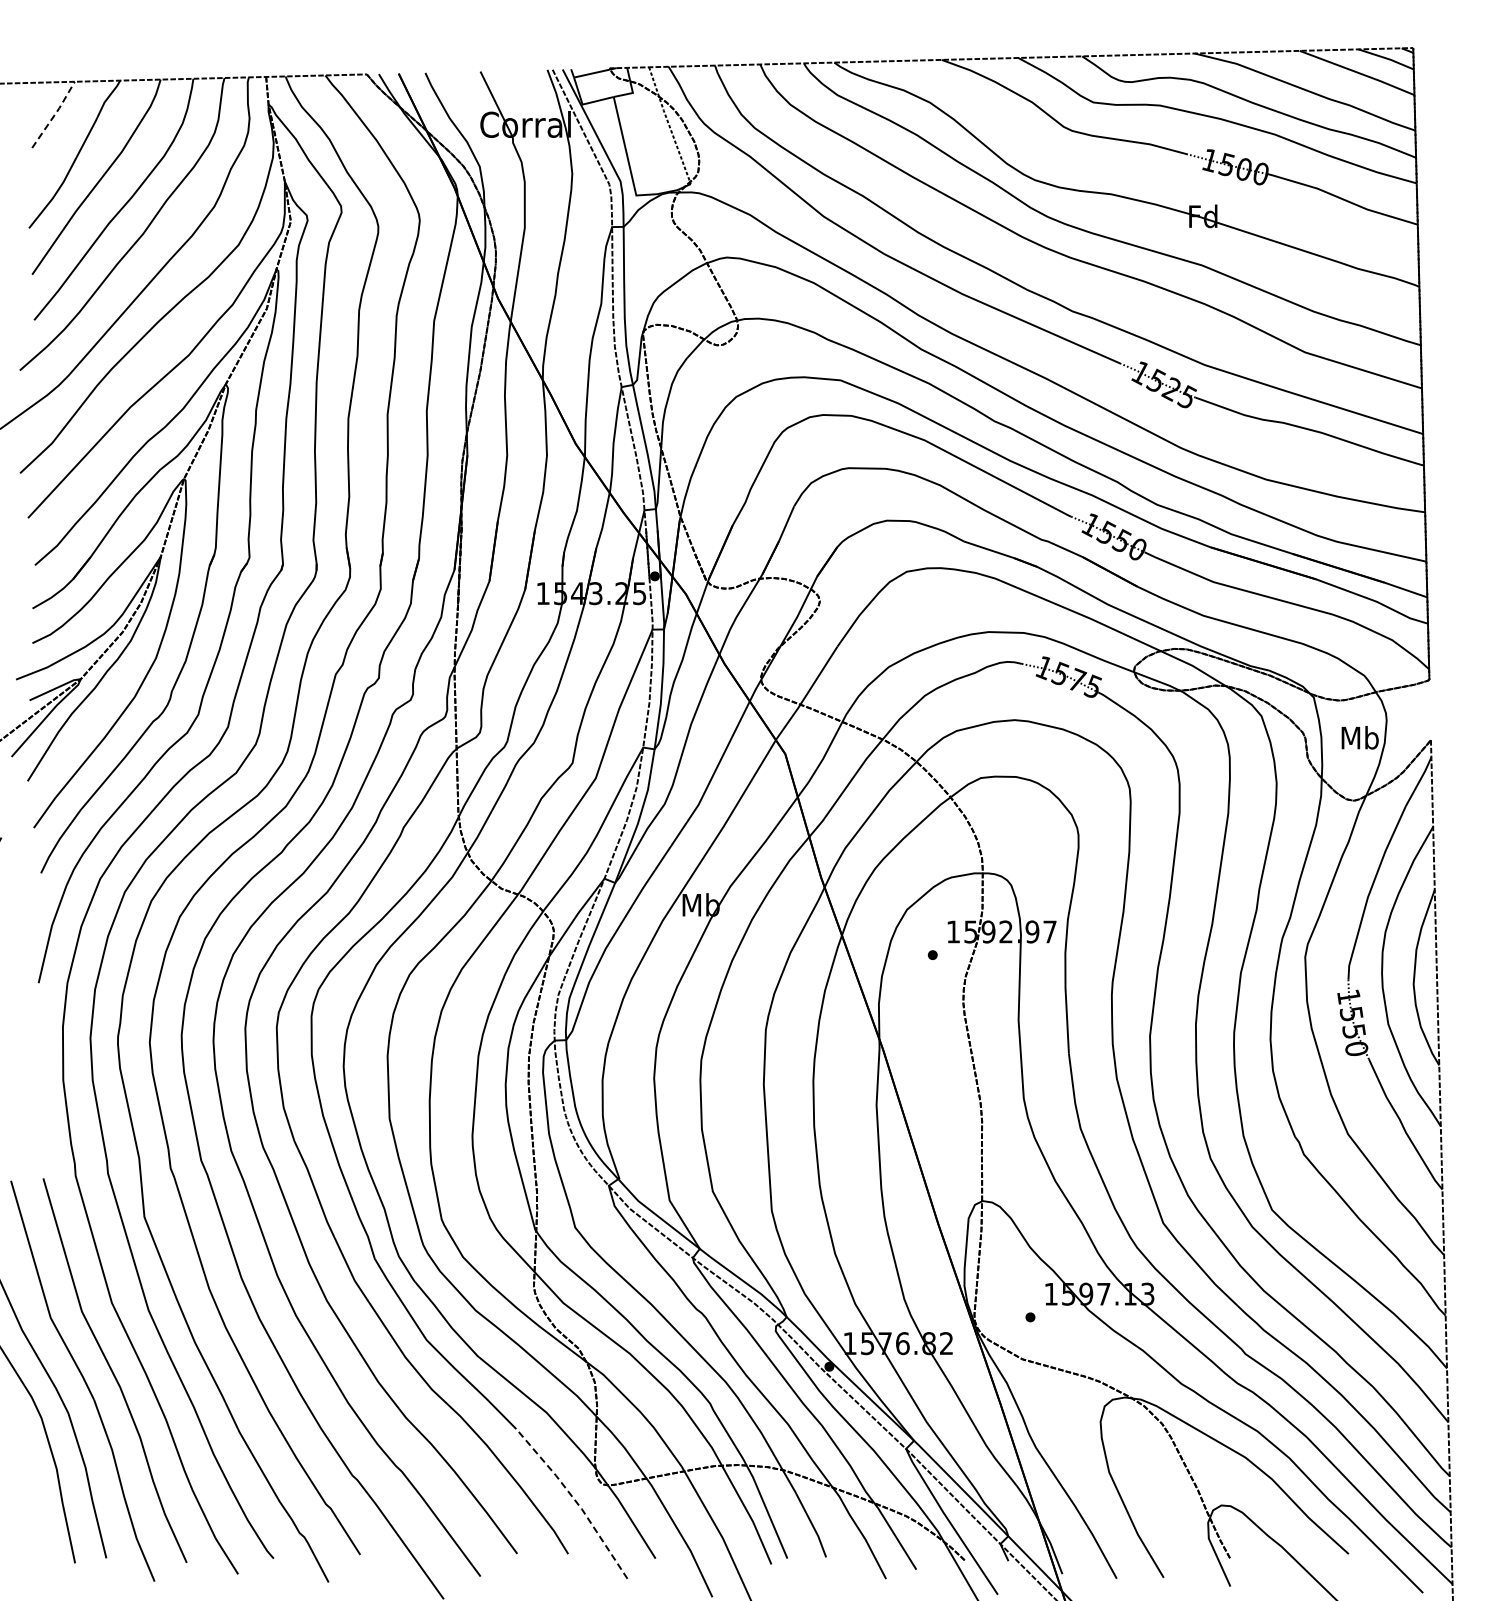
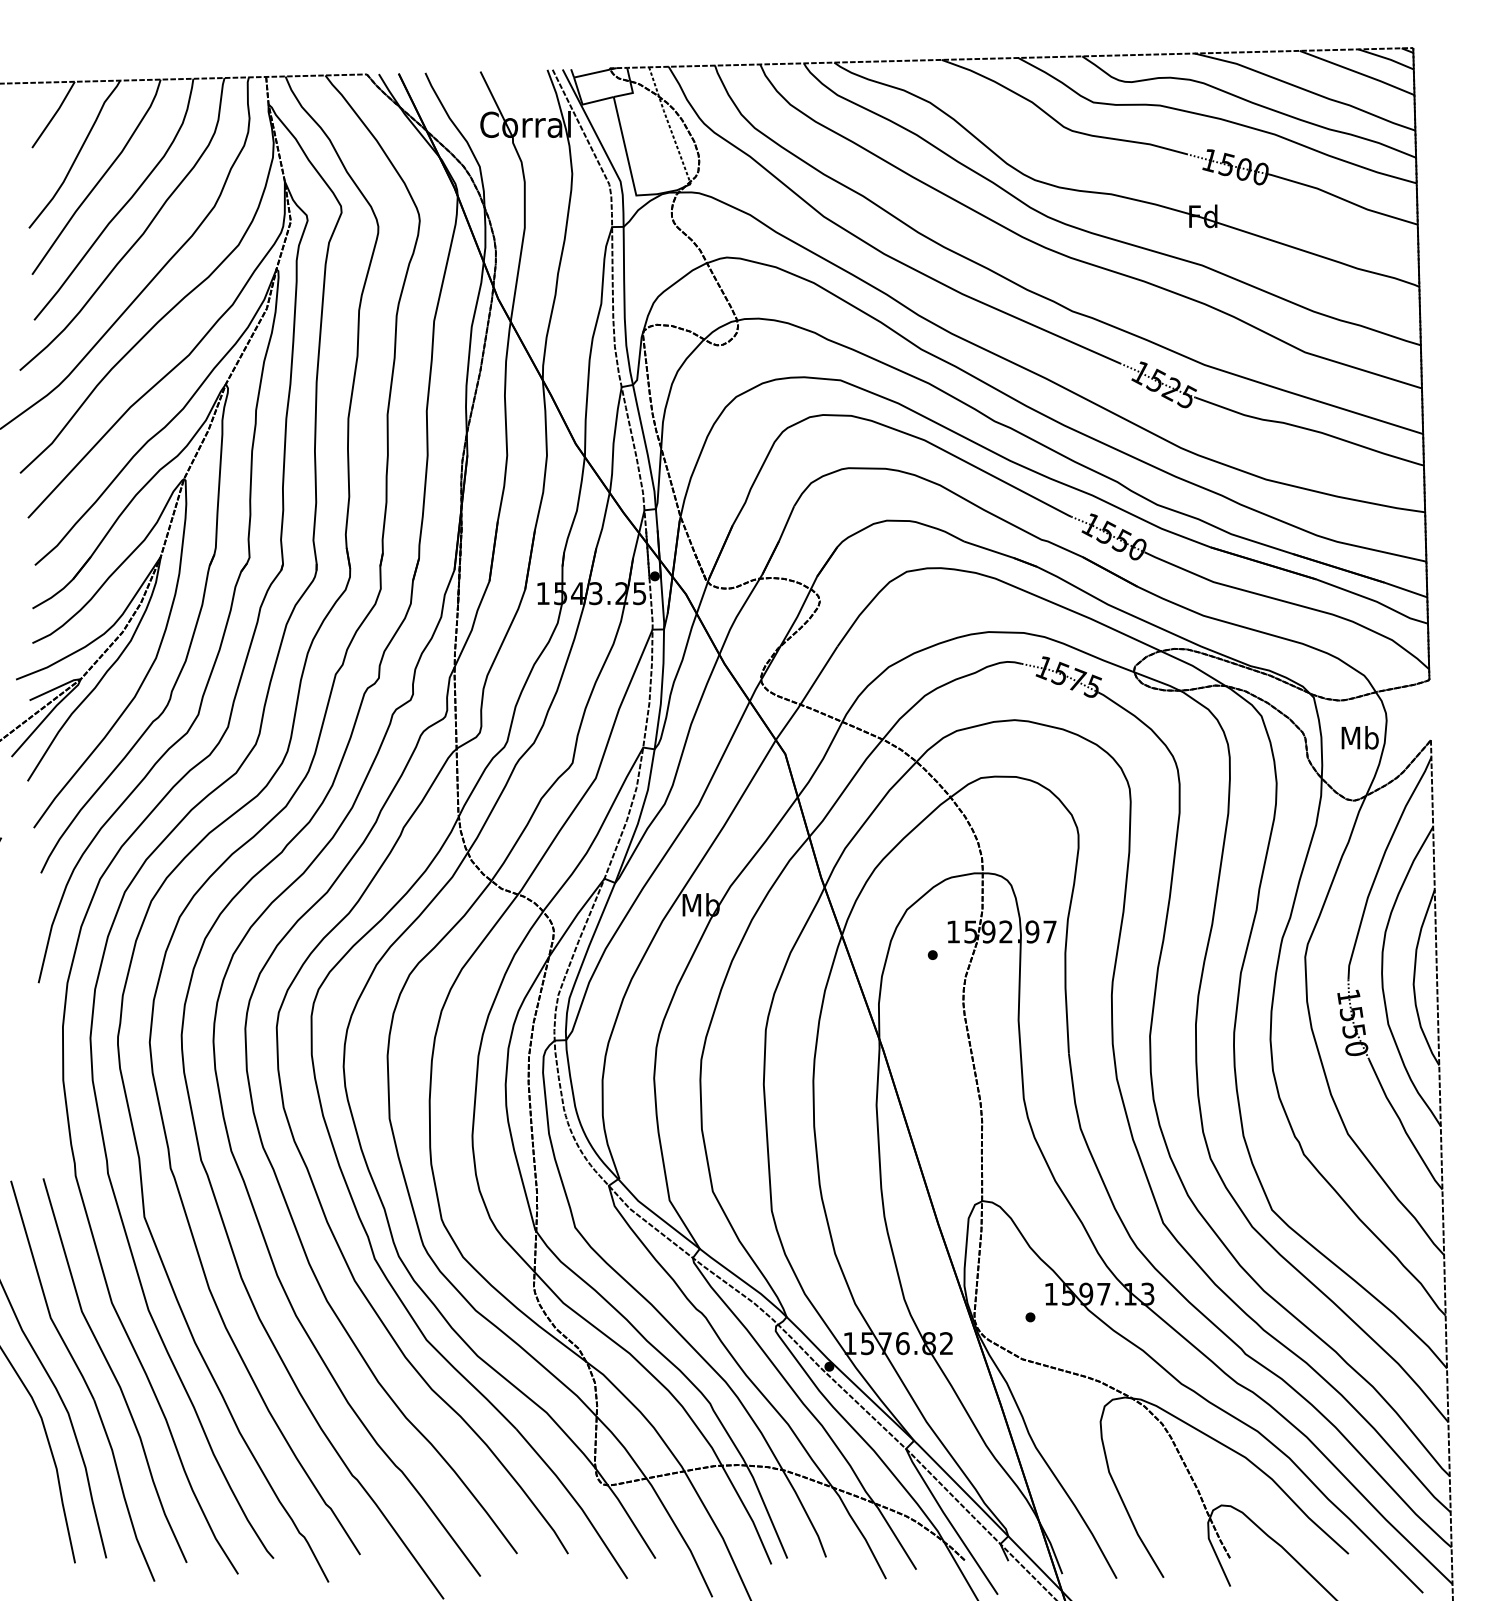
line at (54, 114): dashed -> solid
line at (575, 1500): dashed -> solid
